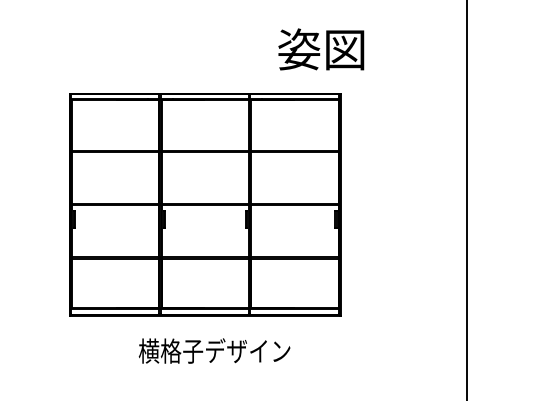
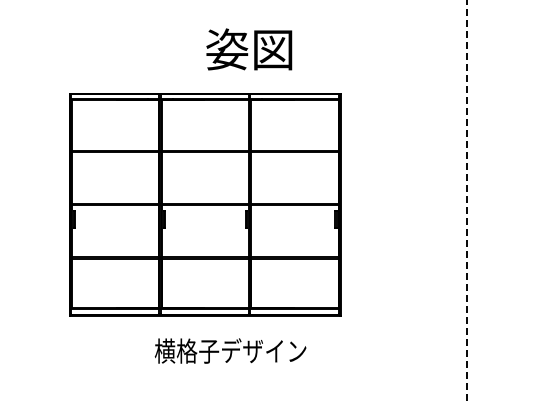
text at (321, 49) position: (321, 49) -> (249, 49)
line at (466, 200): solid -> dashed
text at (214, 350) position: (214, 350) -> (230, 350)
